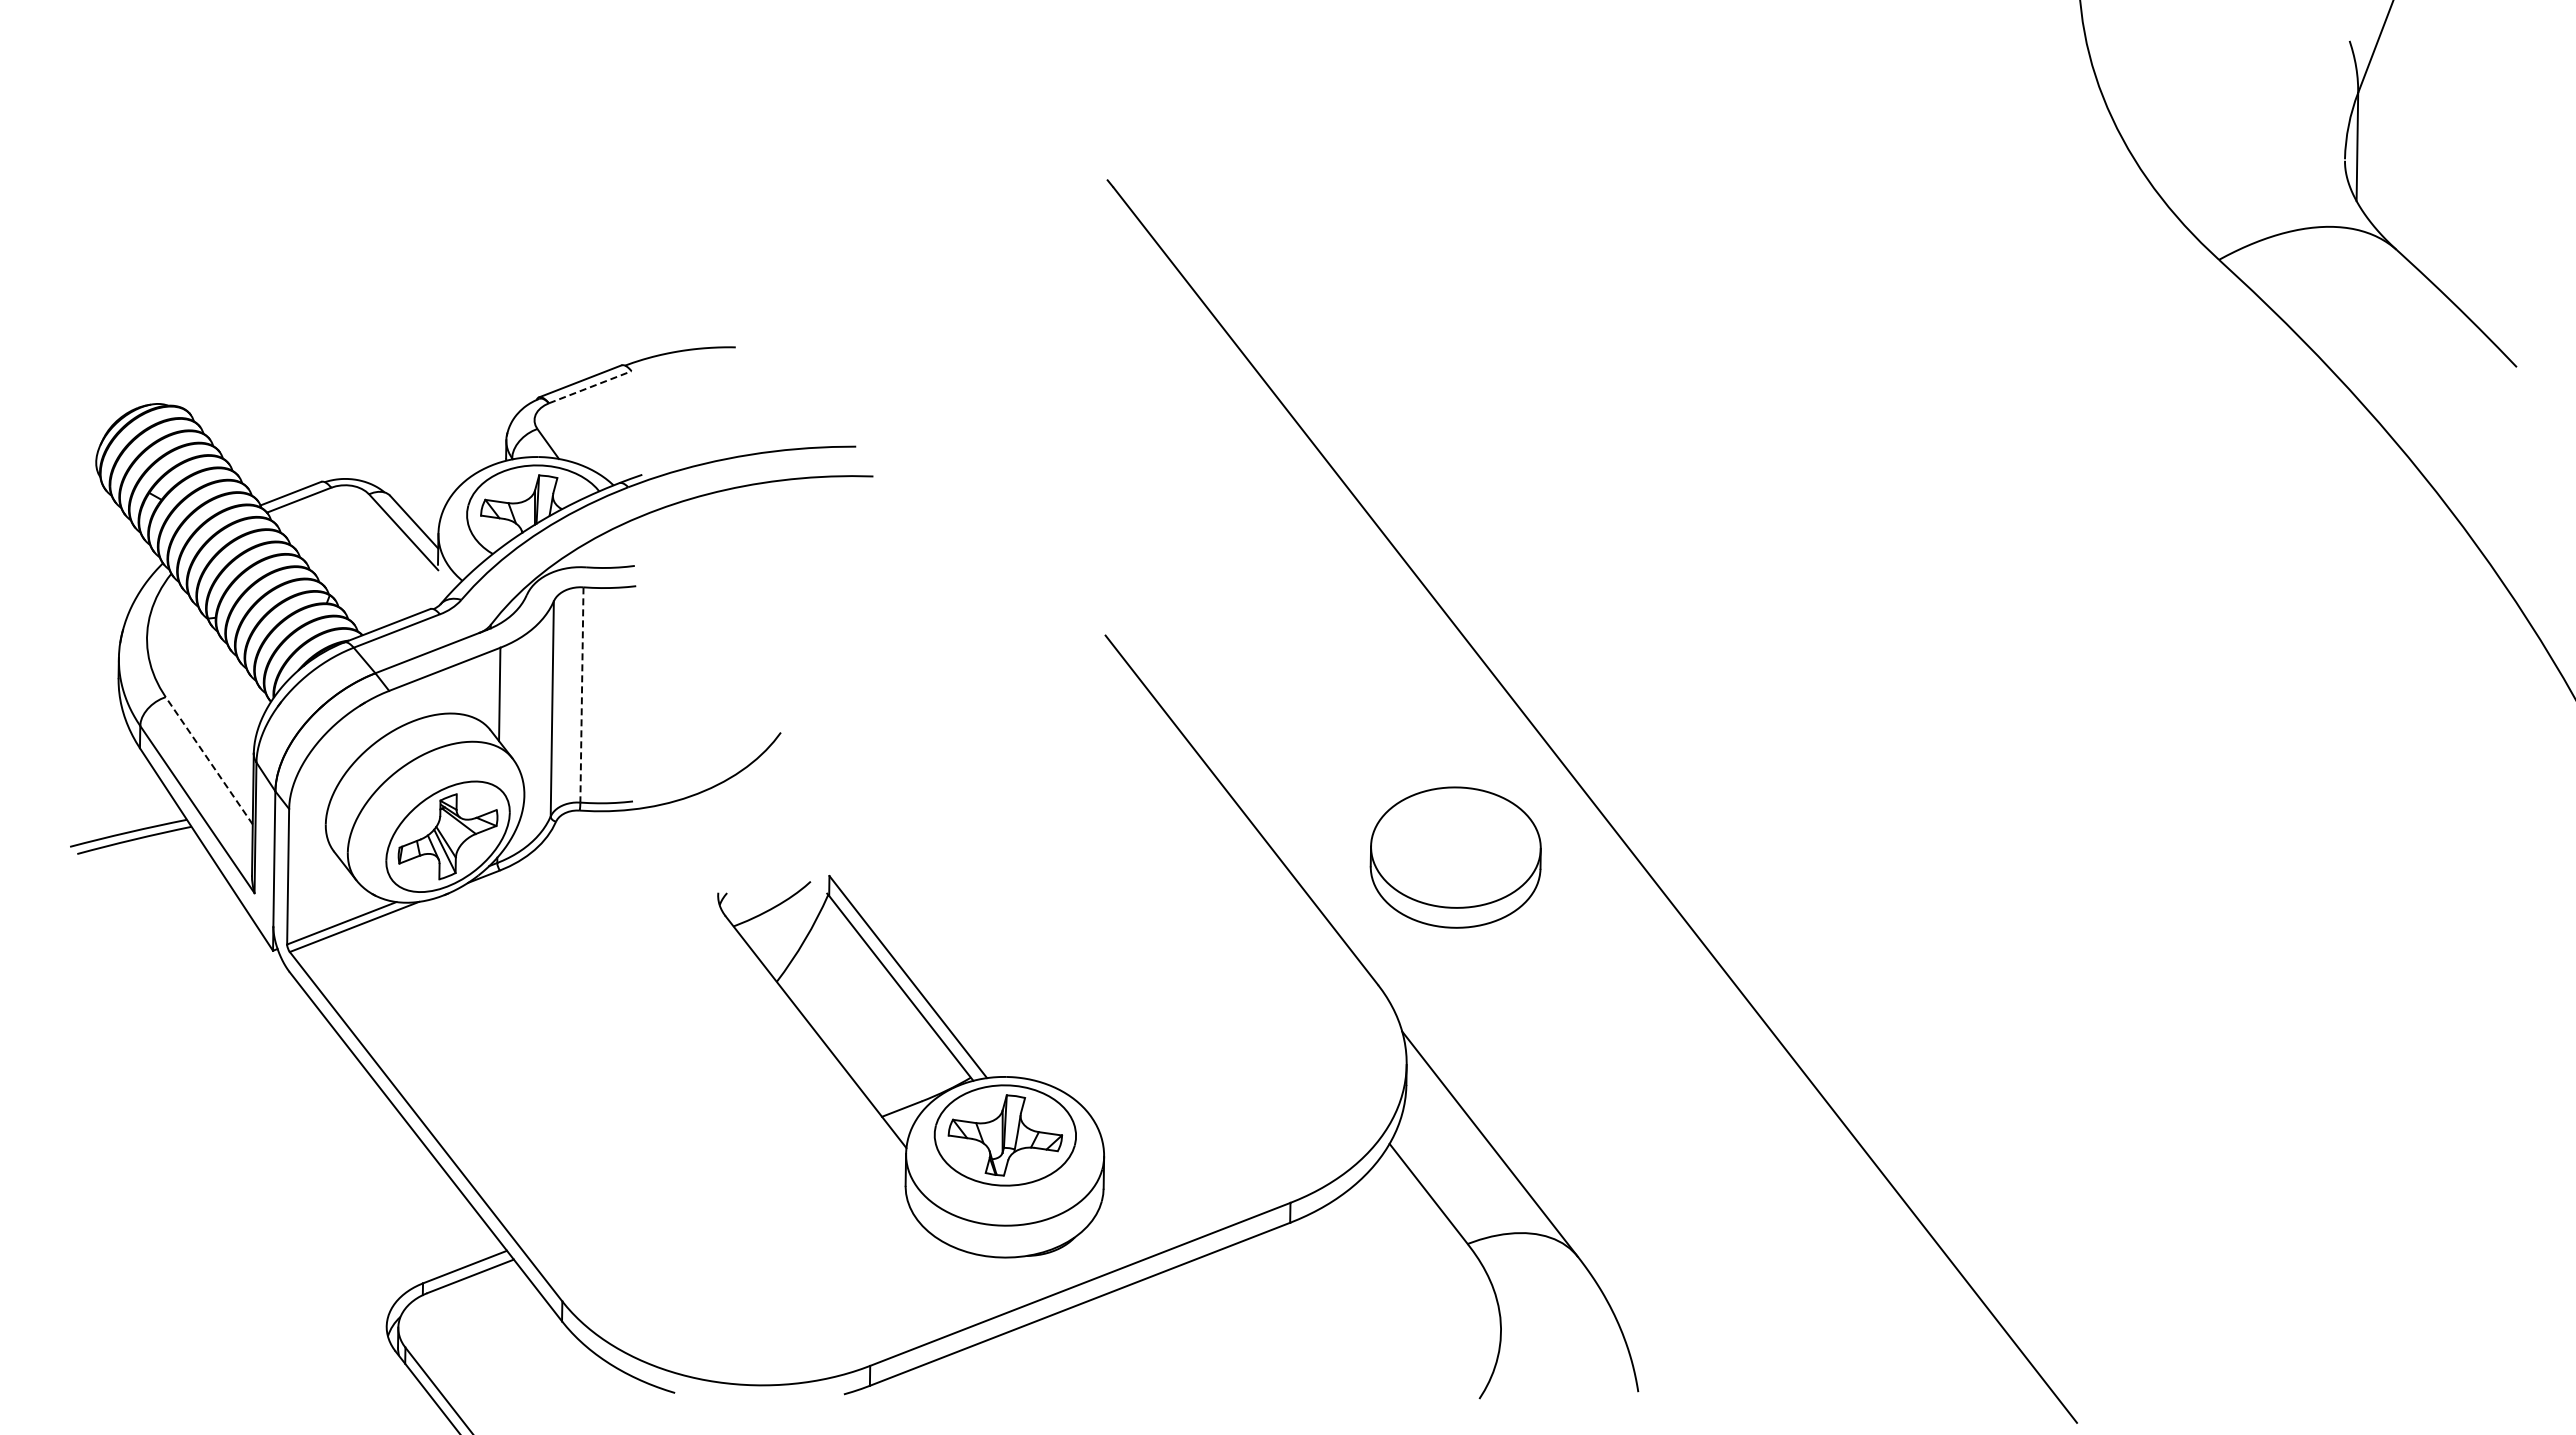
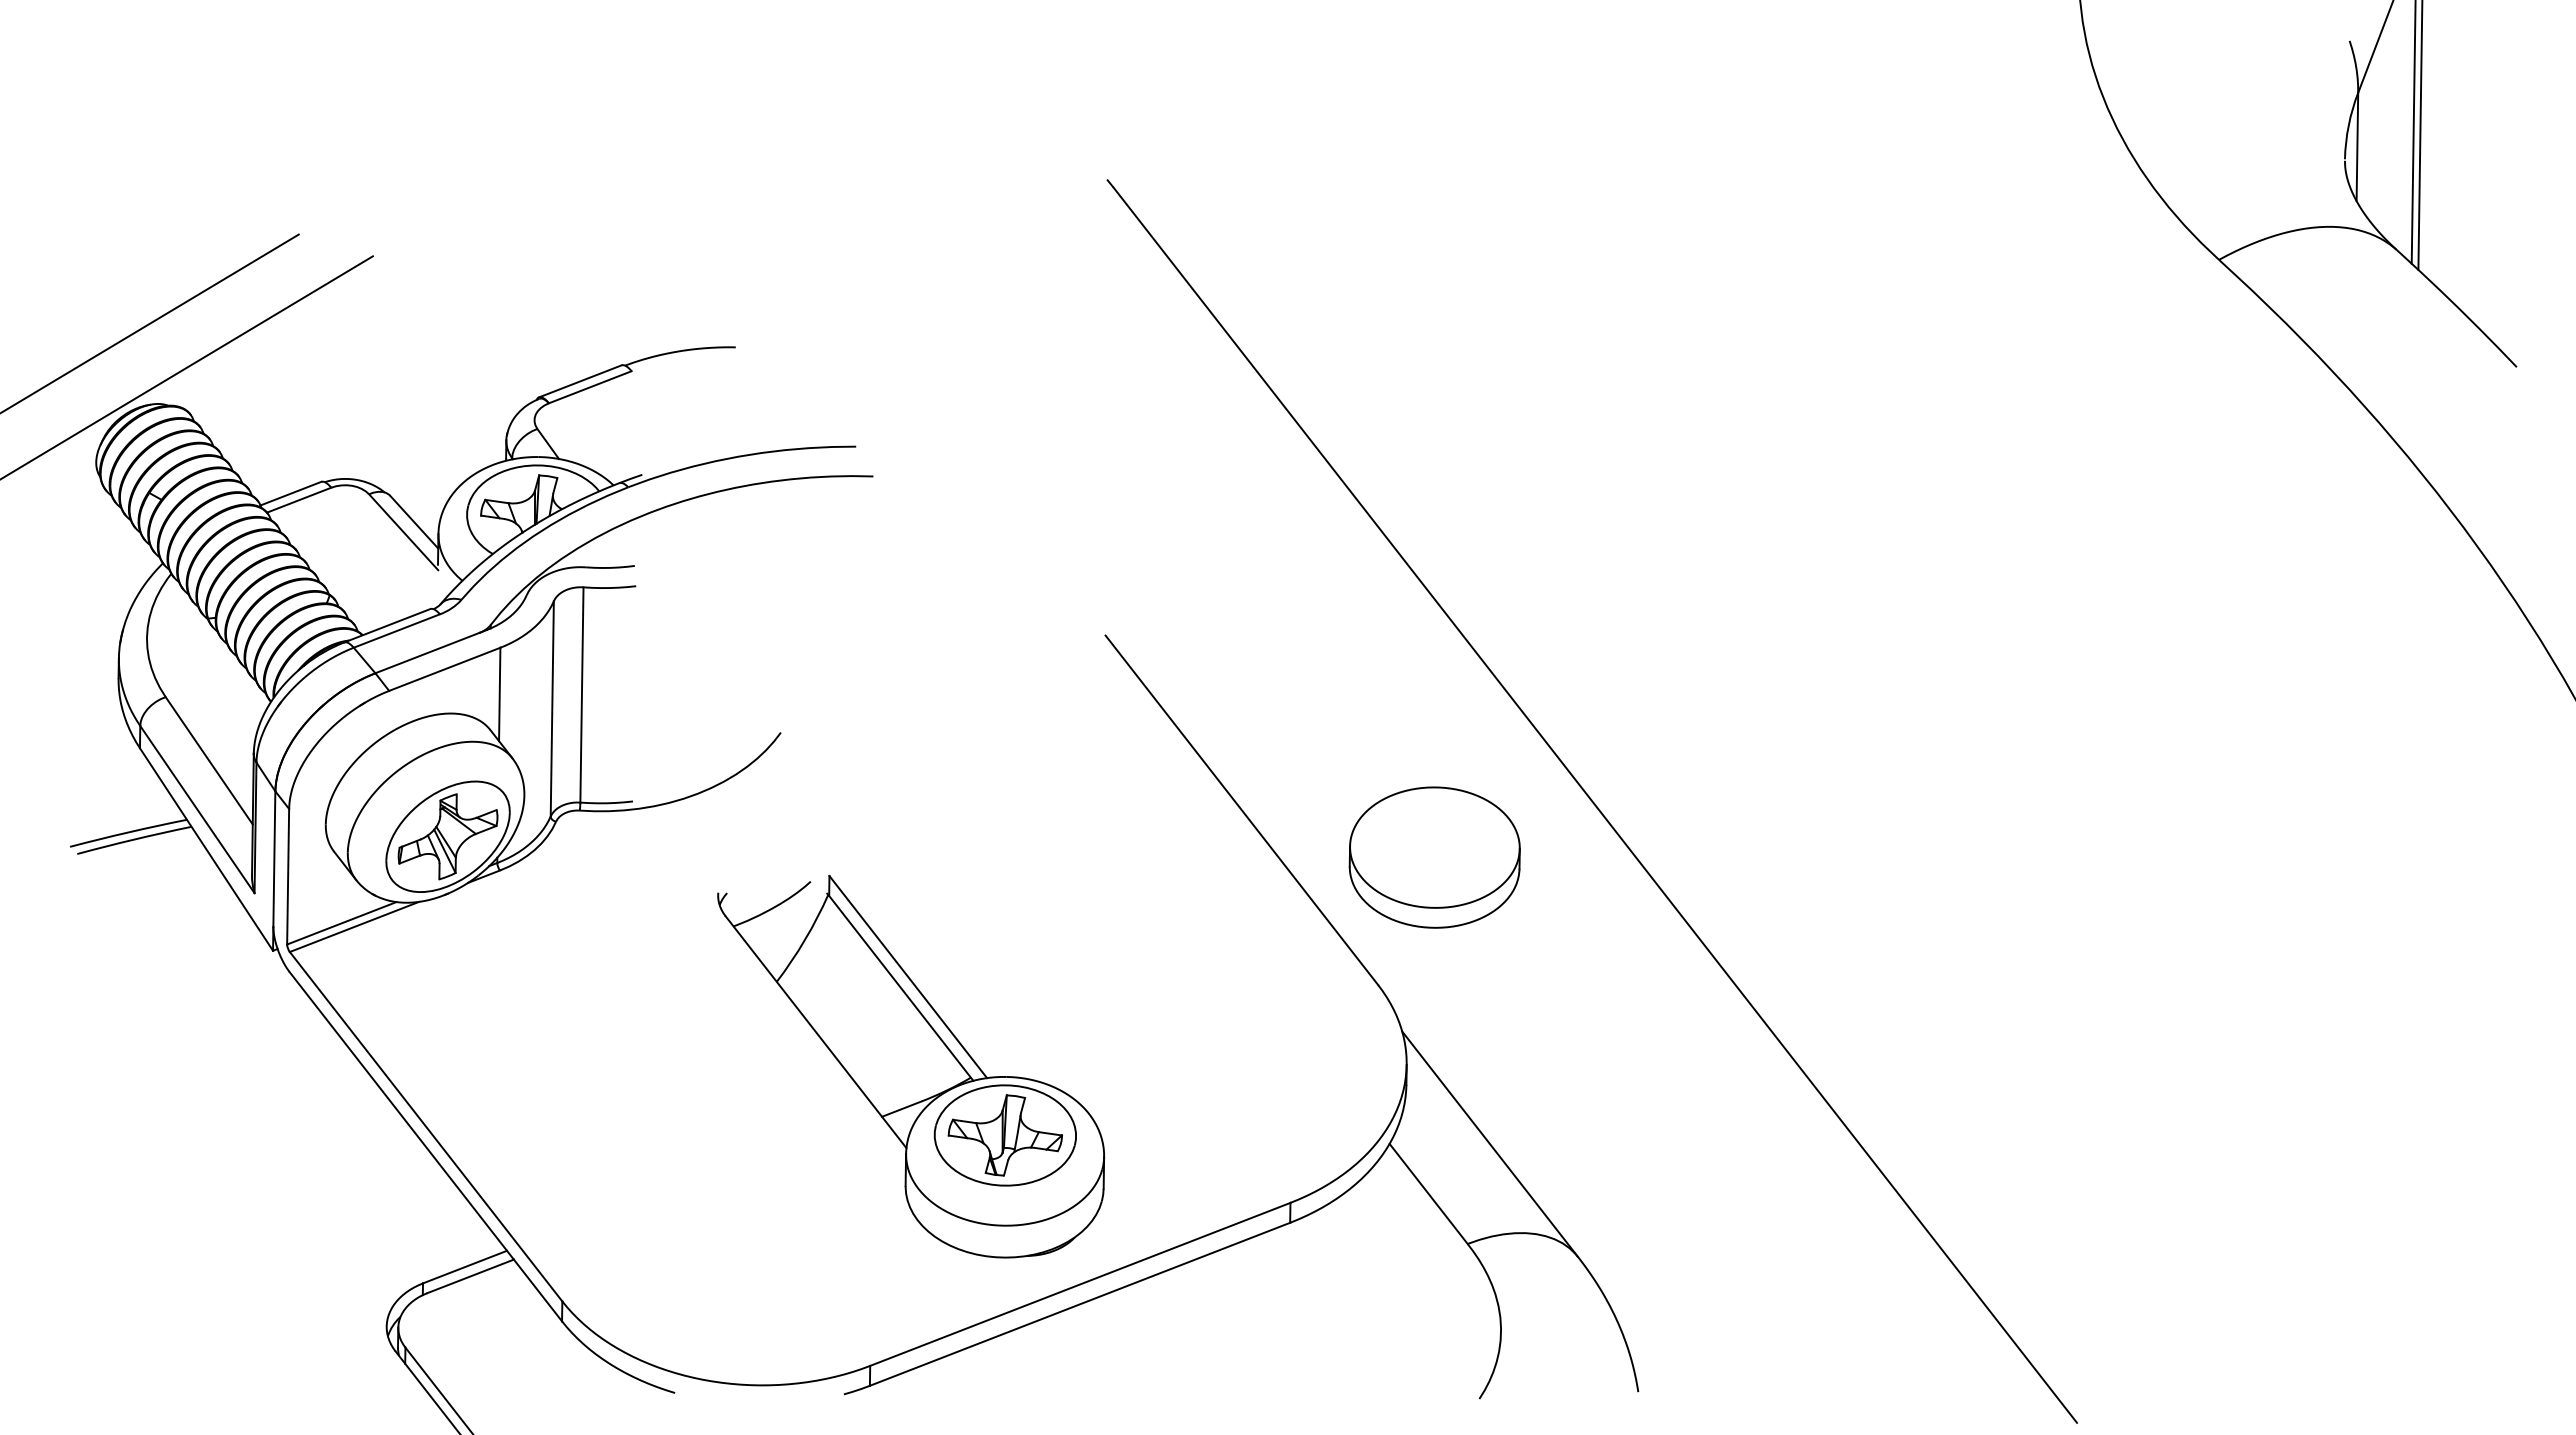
line at (2413, 132): none -> present
line at (2420, 135): none -> present
line at (150, 322): none -> present
line at (187, 367): none -> present
line at (590, 387): dashed -> solid
line at (581, 694): dashed -> solid
line at (208, 760): dashed -> solid
part at (1455, 857) position: (1455, 857) -> (1434, 857)
